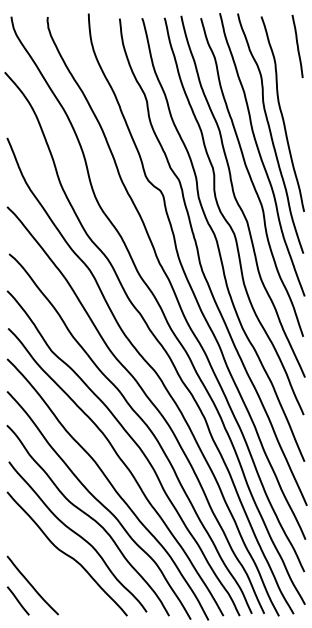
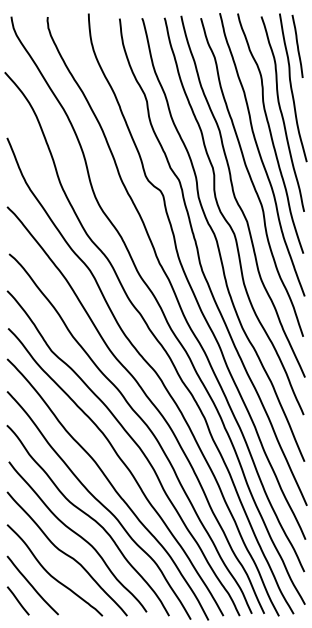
curve at (292, 87): none -> present
curve at (50, 573): none -> present
